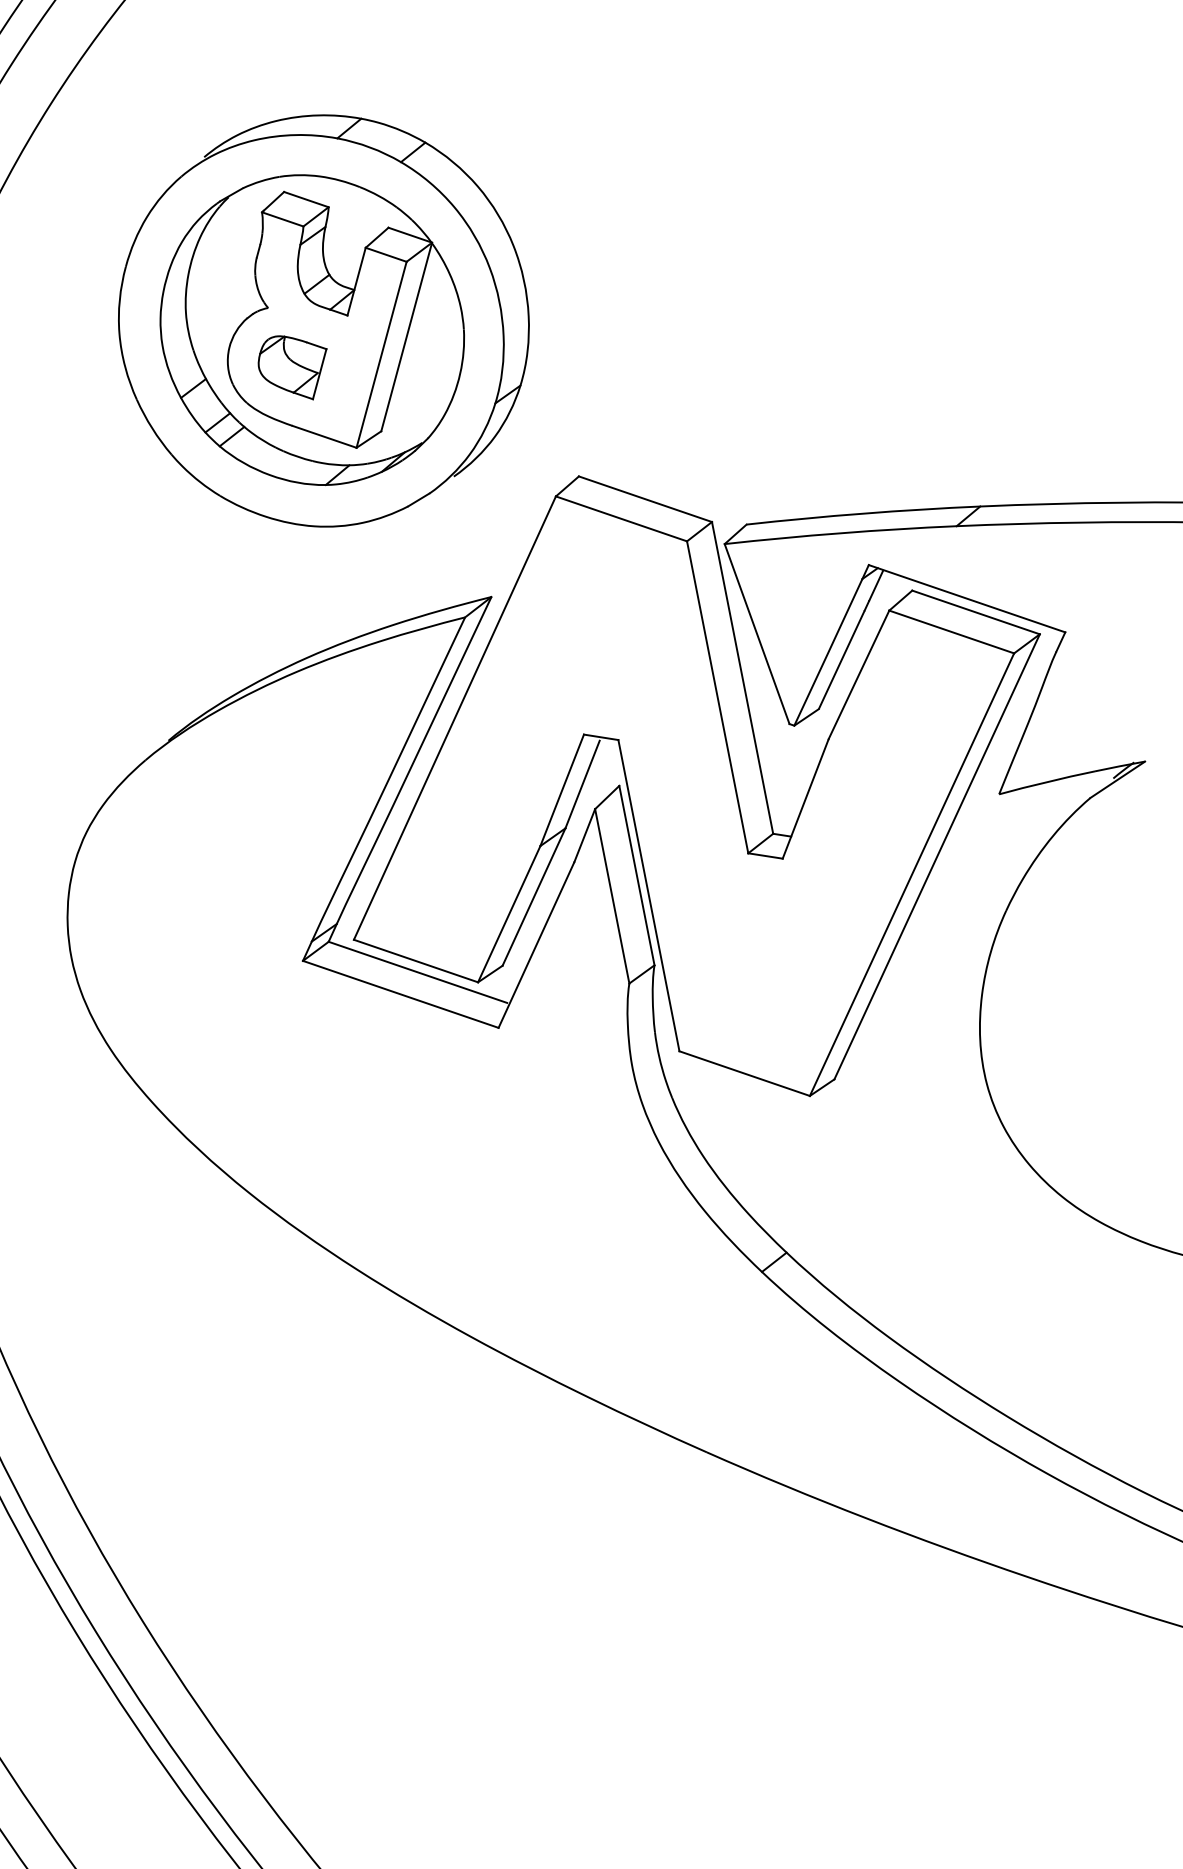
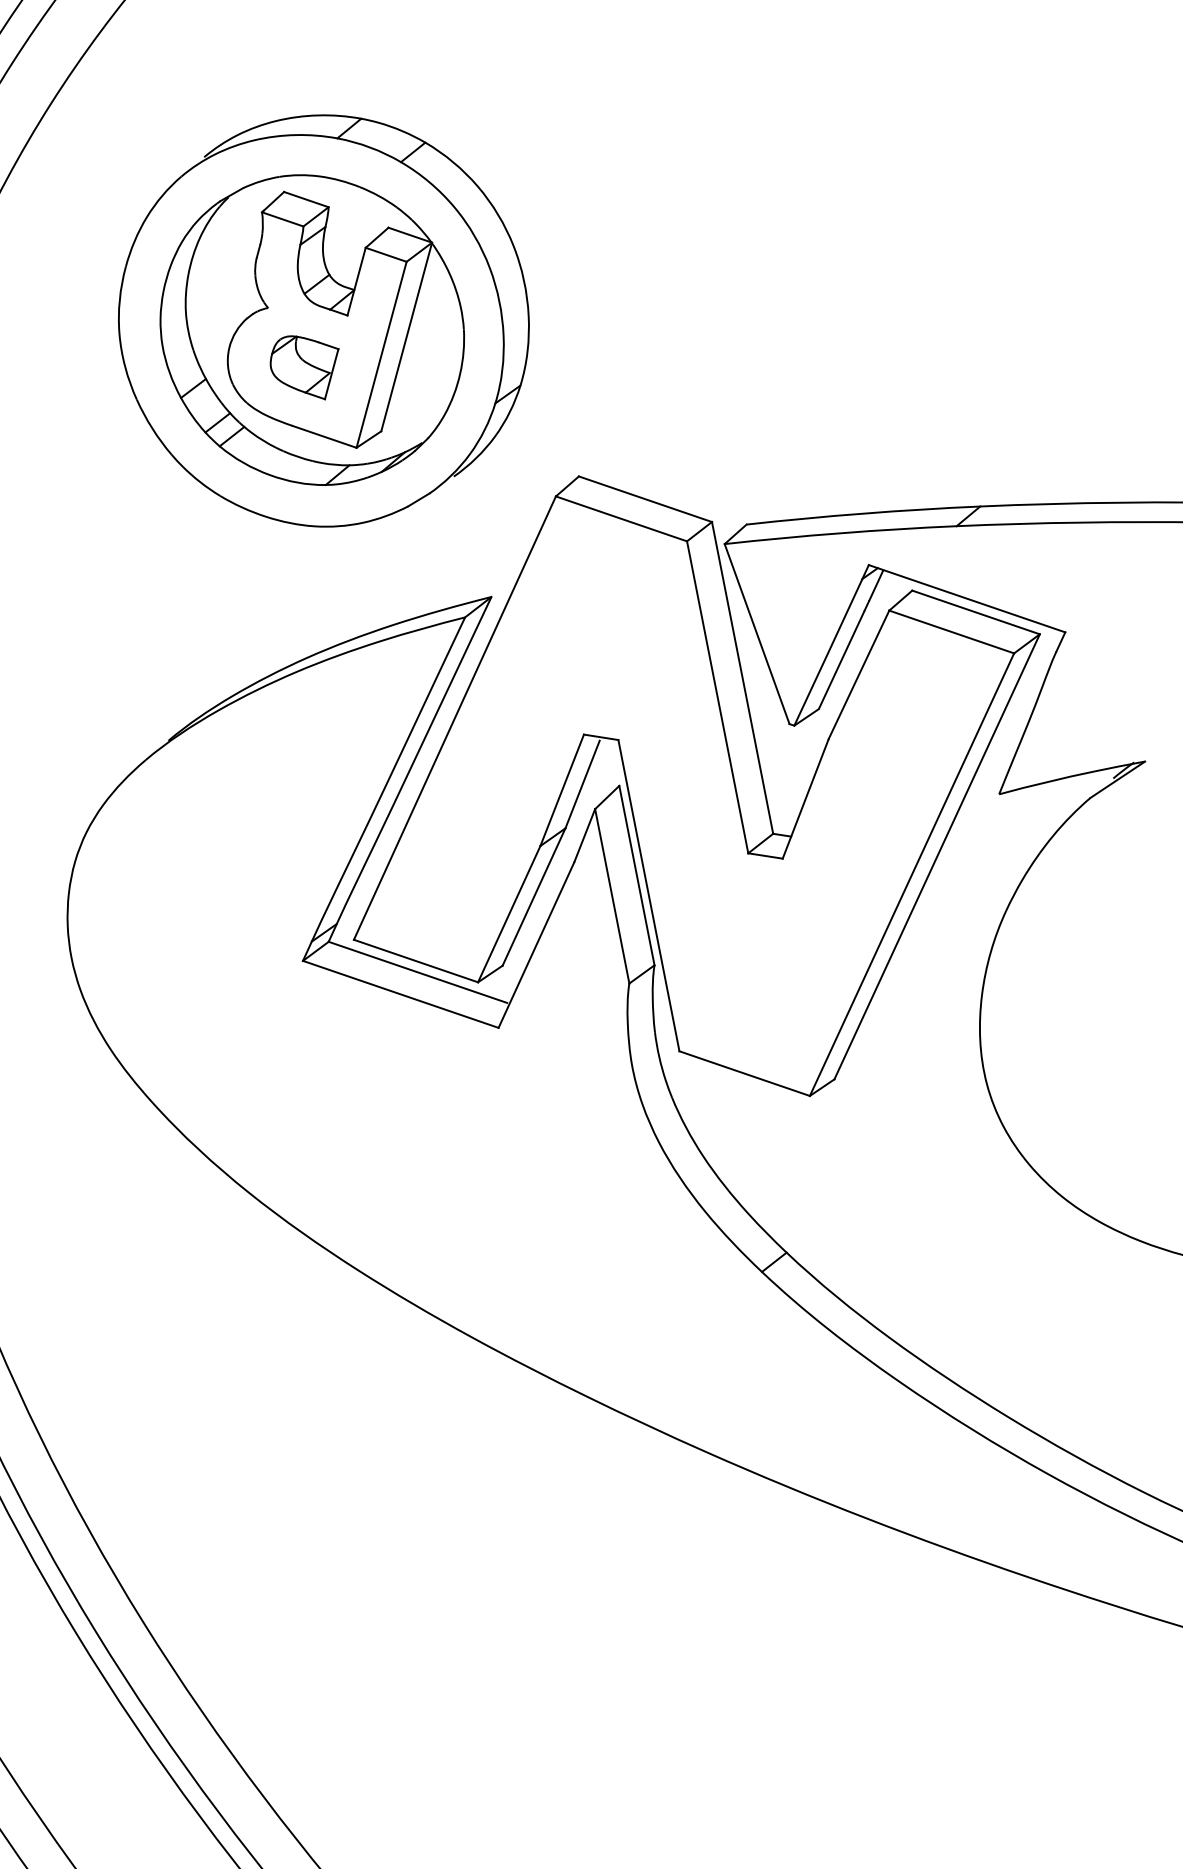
part at (292, 367) position: (292, 367) -> (304, 367)
